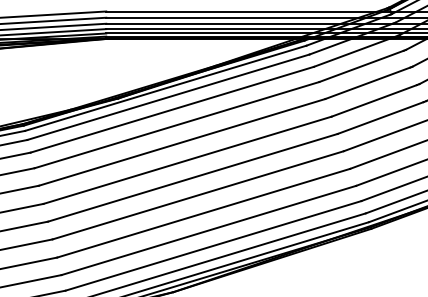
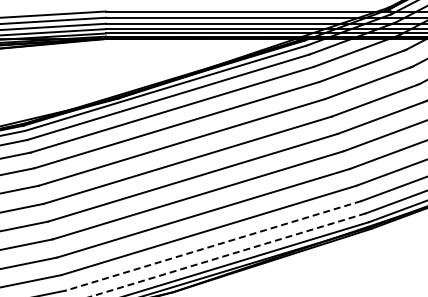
line at (213, 245): solid -> dashed
line at (228, 255): solid -> dashed
